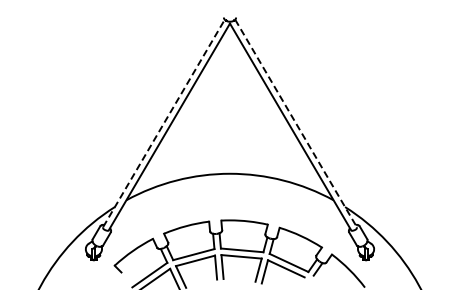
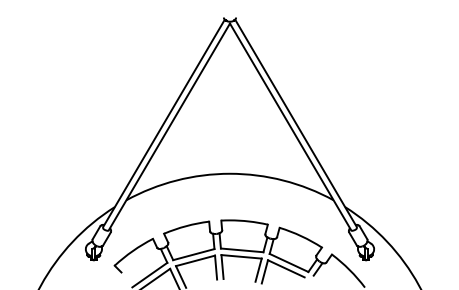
line at (164, 122): dashed -> solid
line at (296, 123): dashed -> solid
